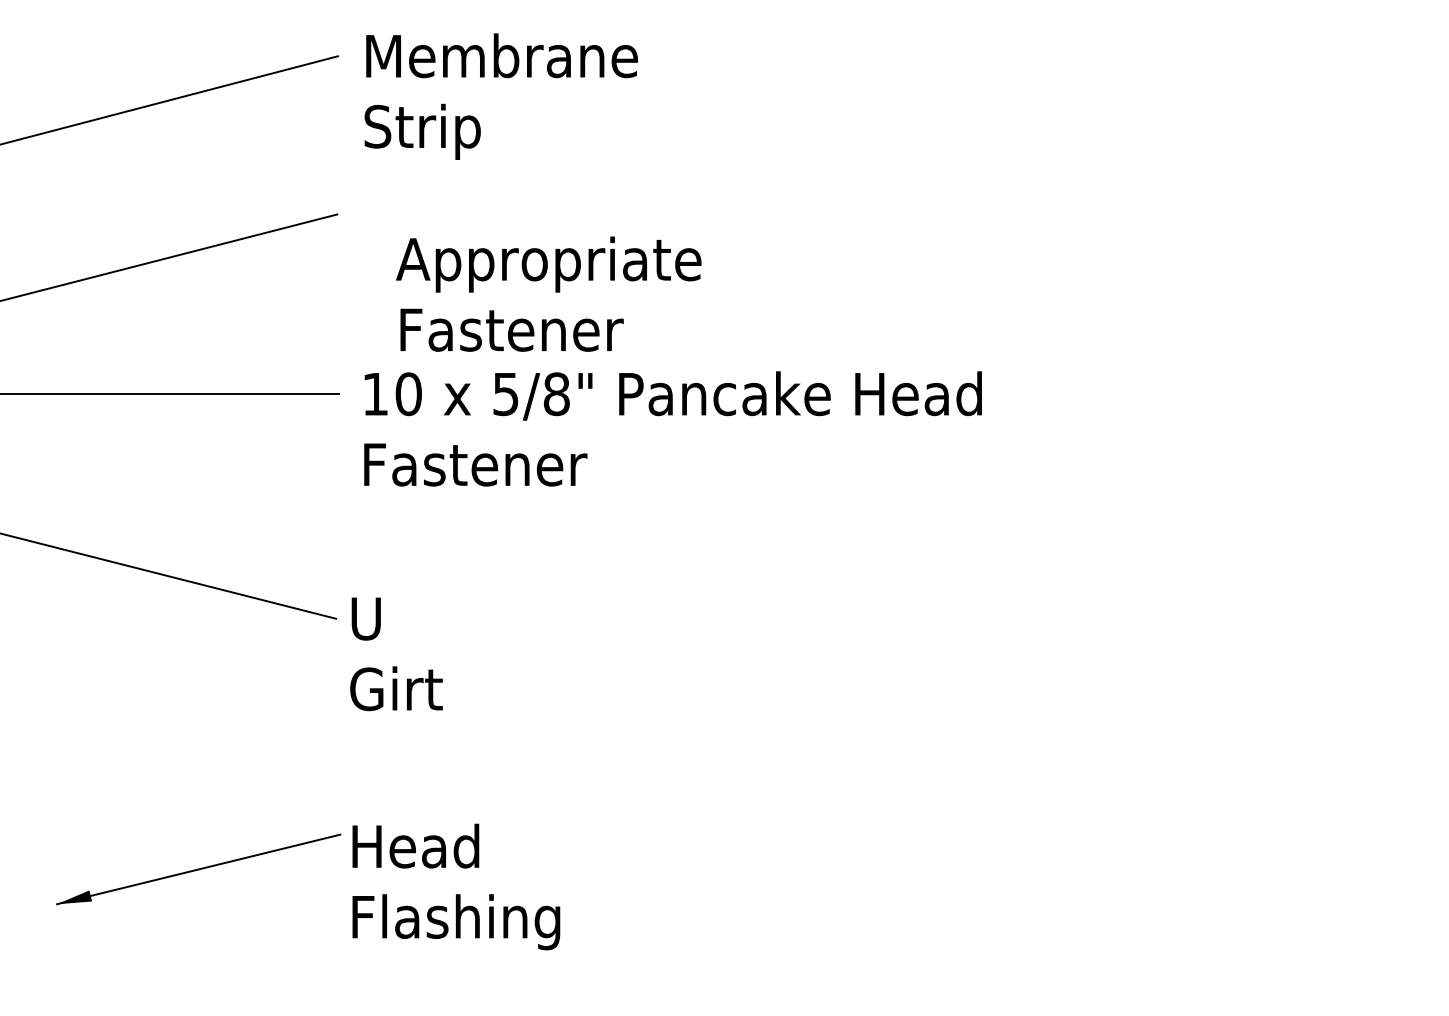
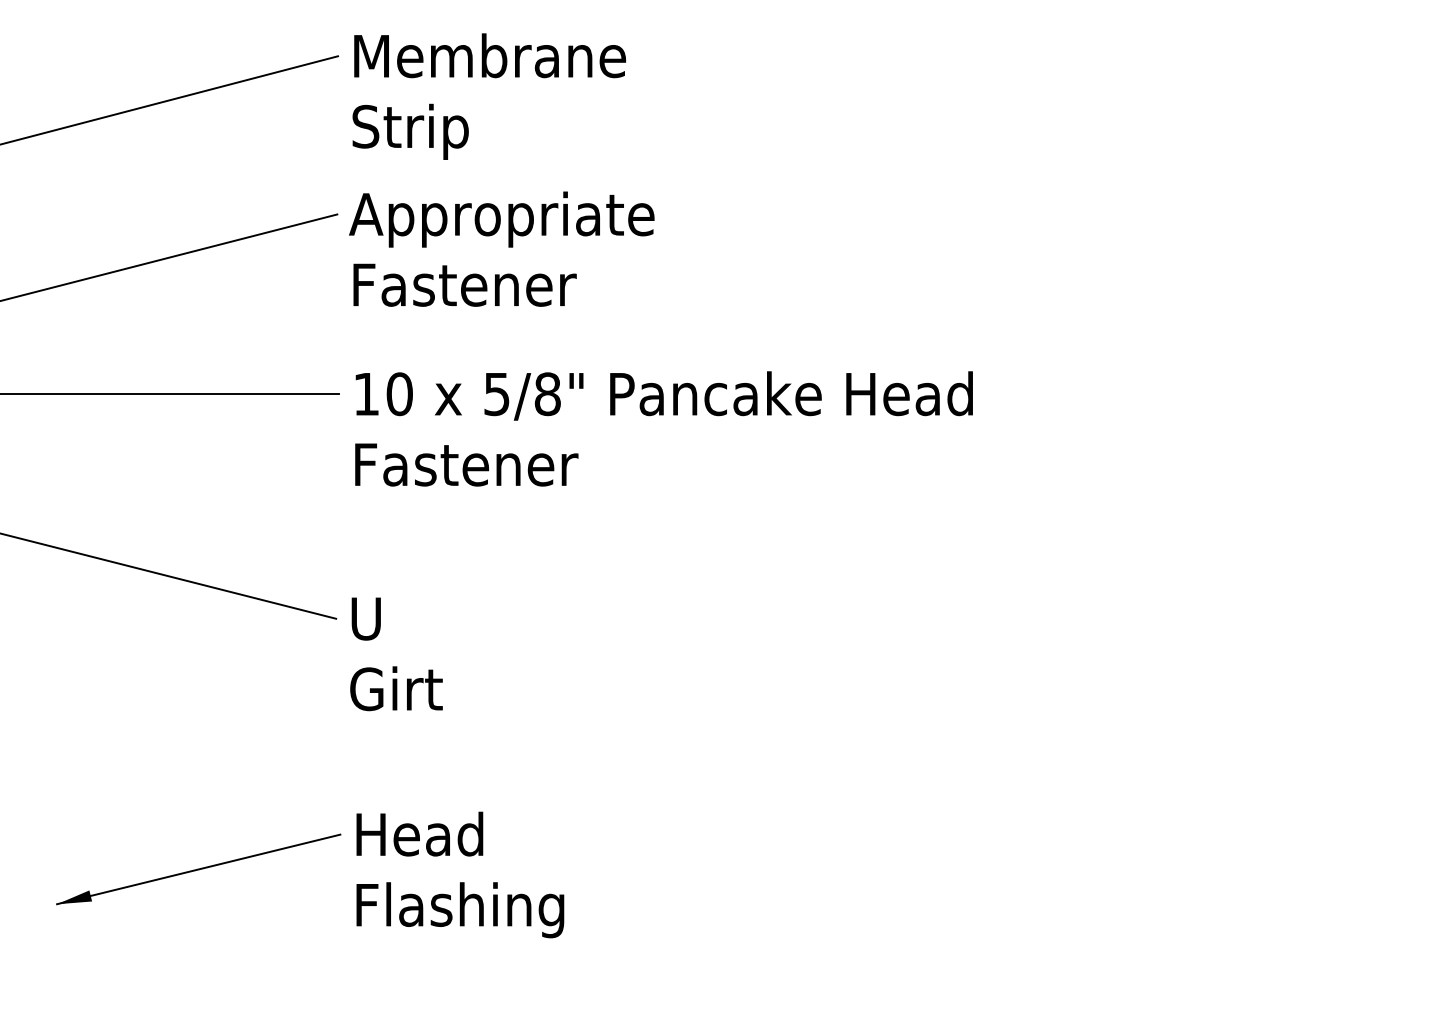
text at (500, 96) position: (500, 96) -> (488, 96)
text at (548, 293) position: (548, 293) -> (501, 248)
text at (672, 428) position: (672, 428) -> (663, 428)
text at (456, 886) position: (456, 886) -> (460, 874)
